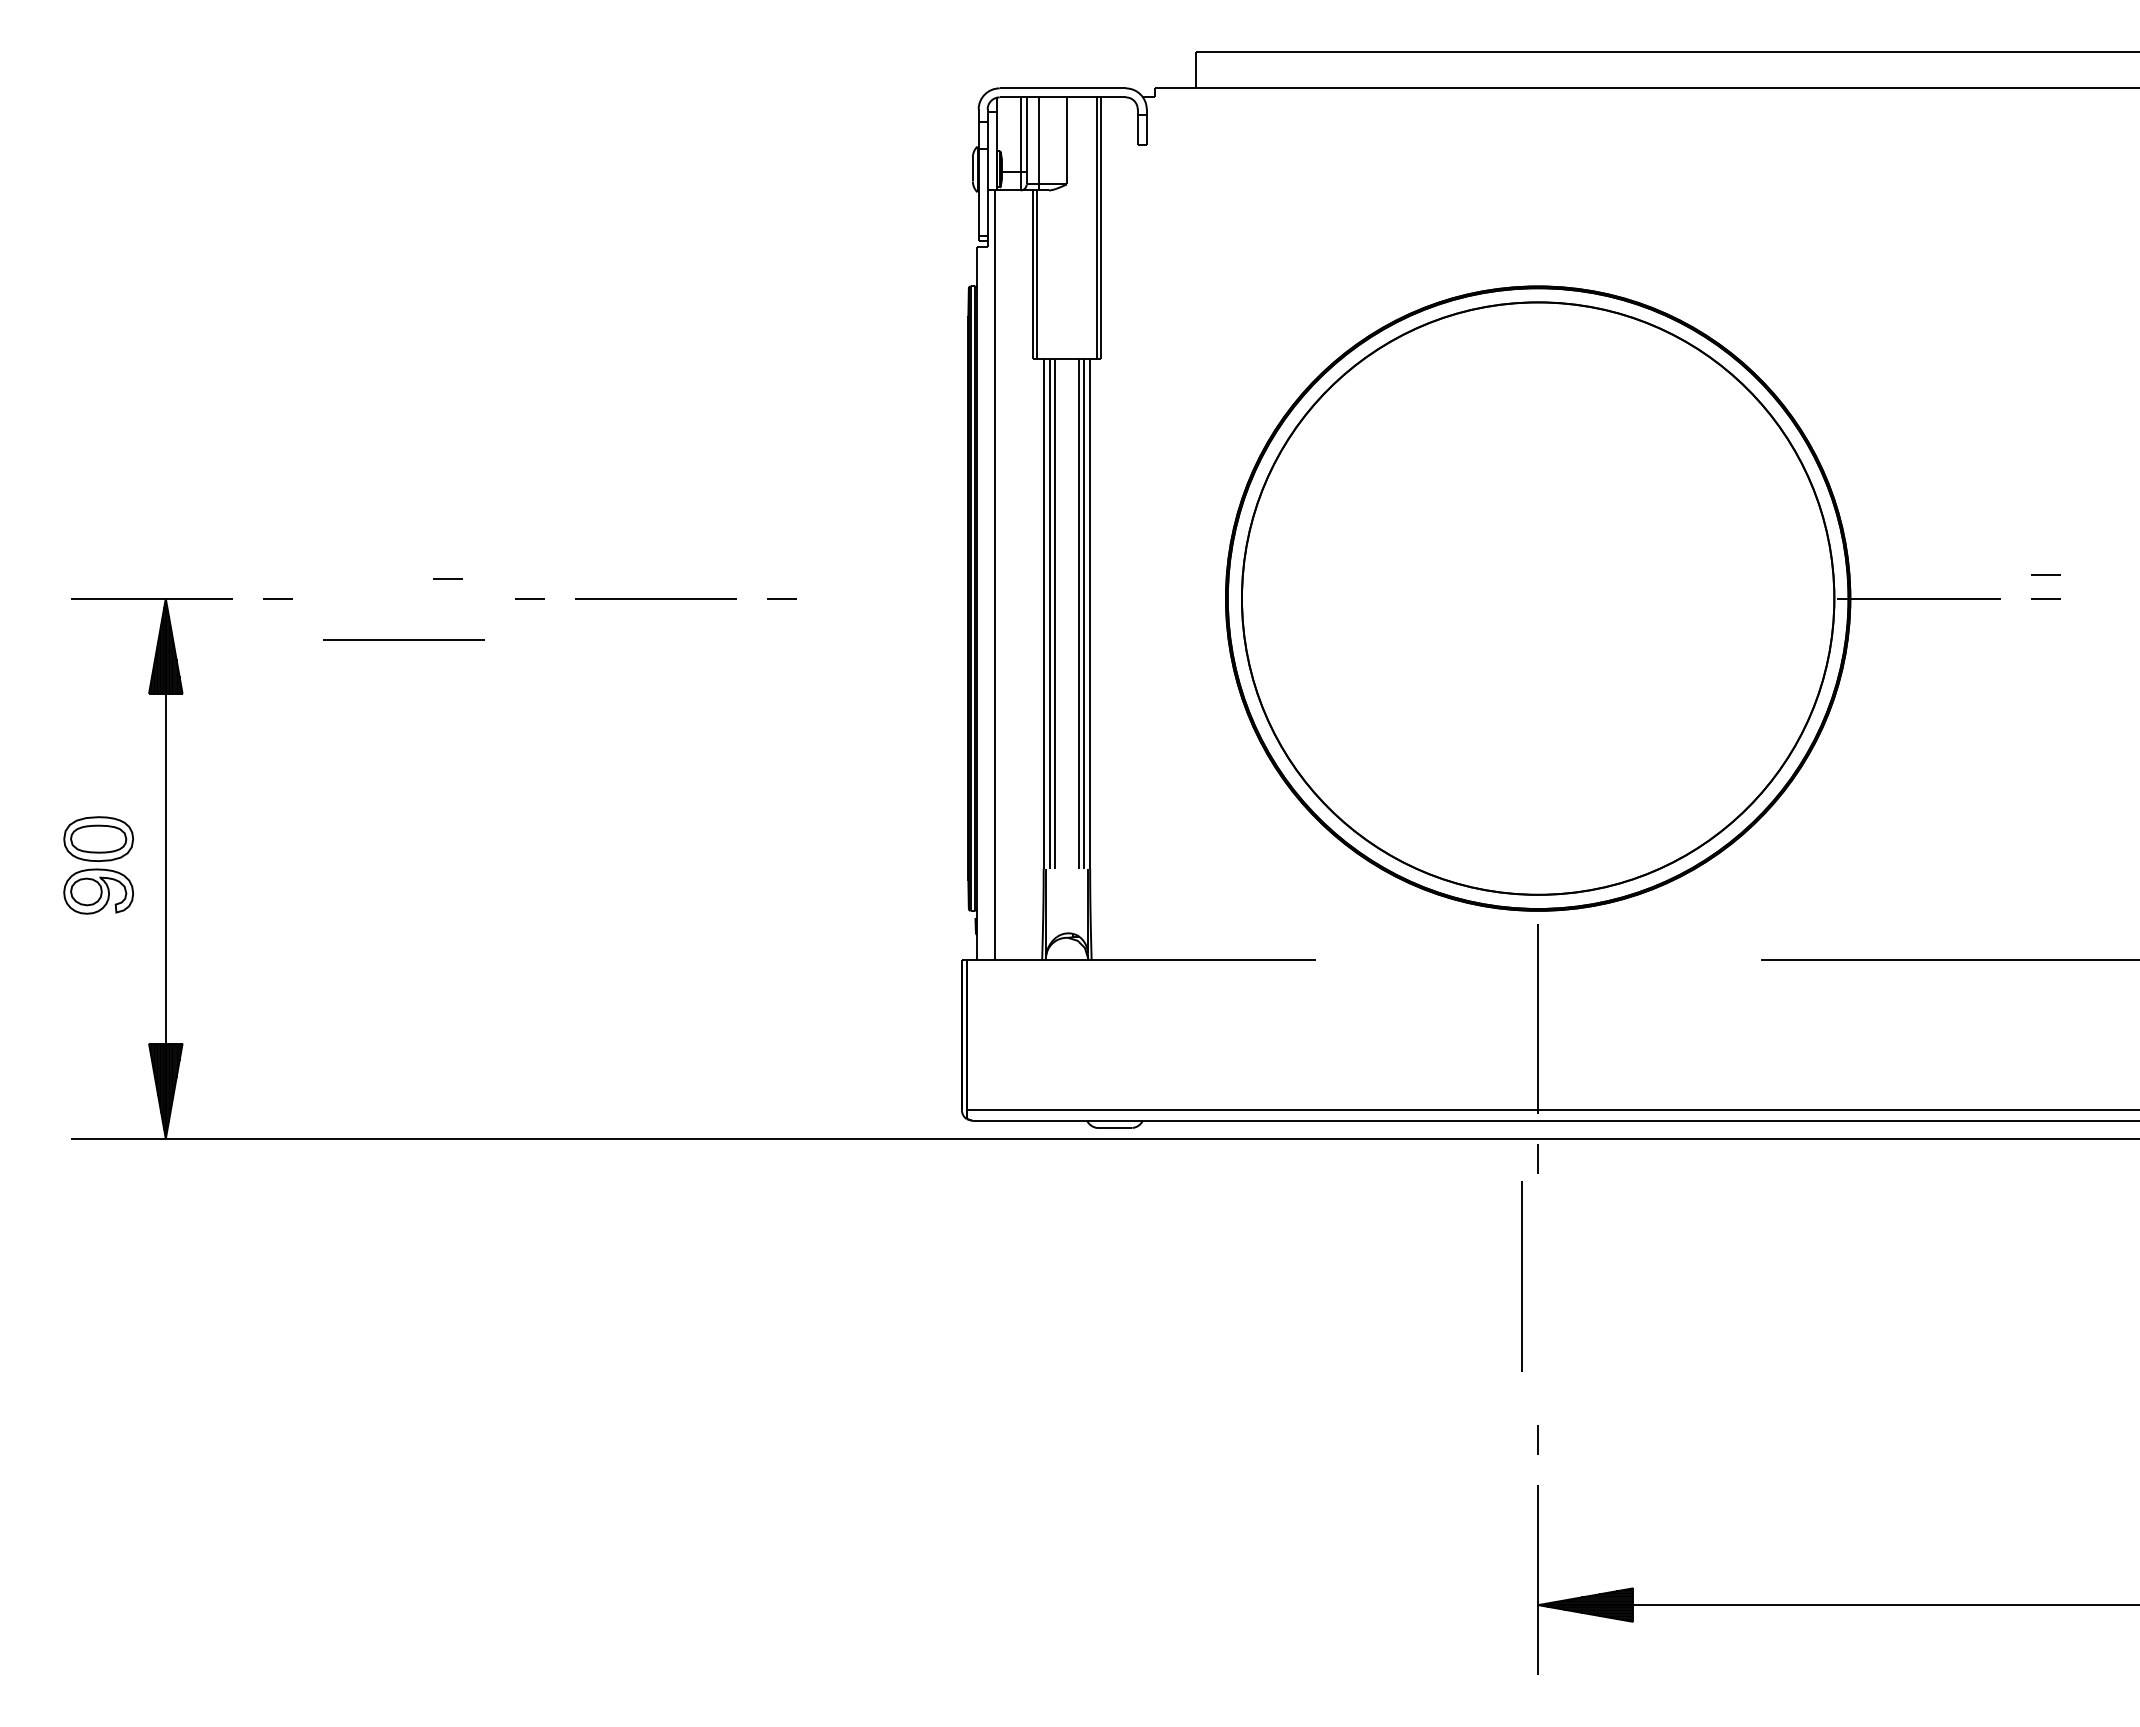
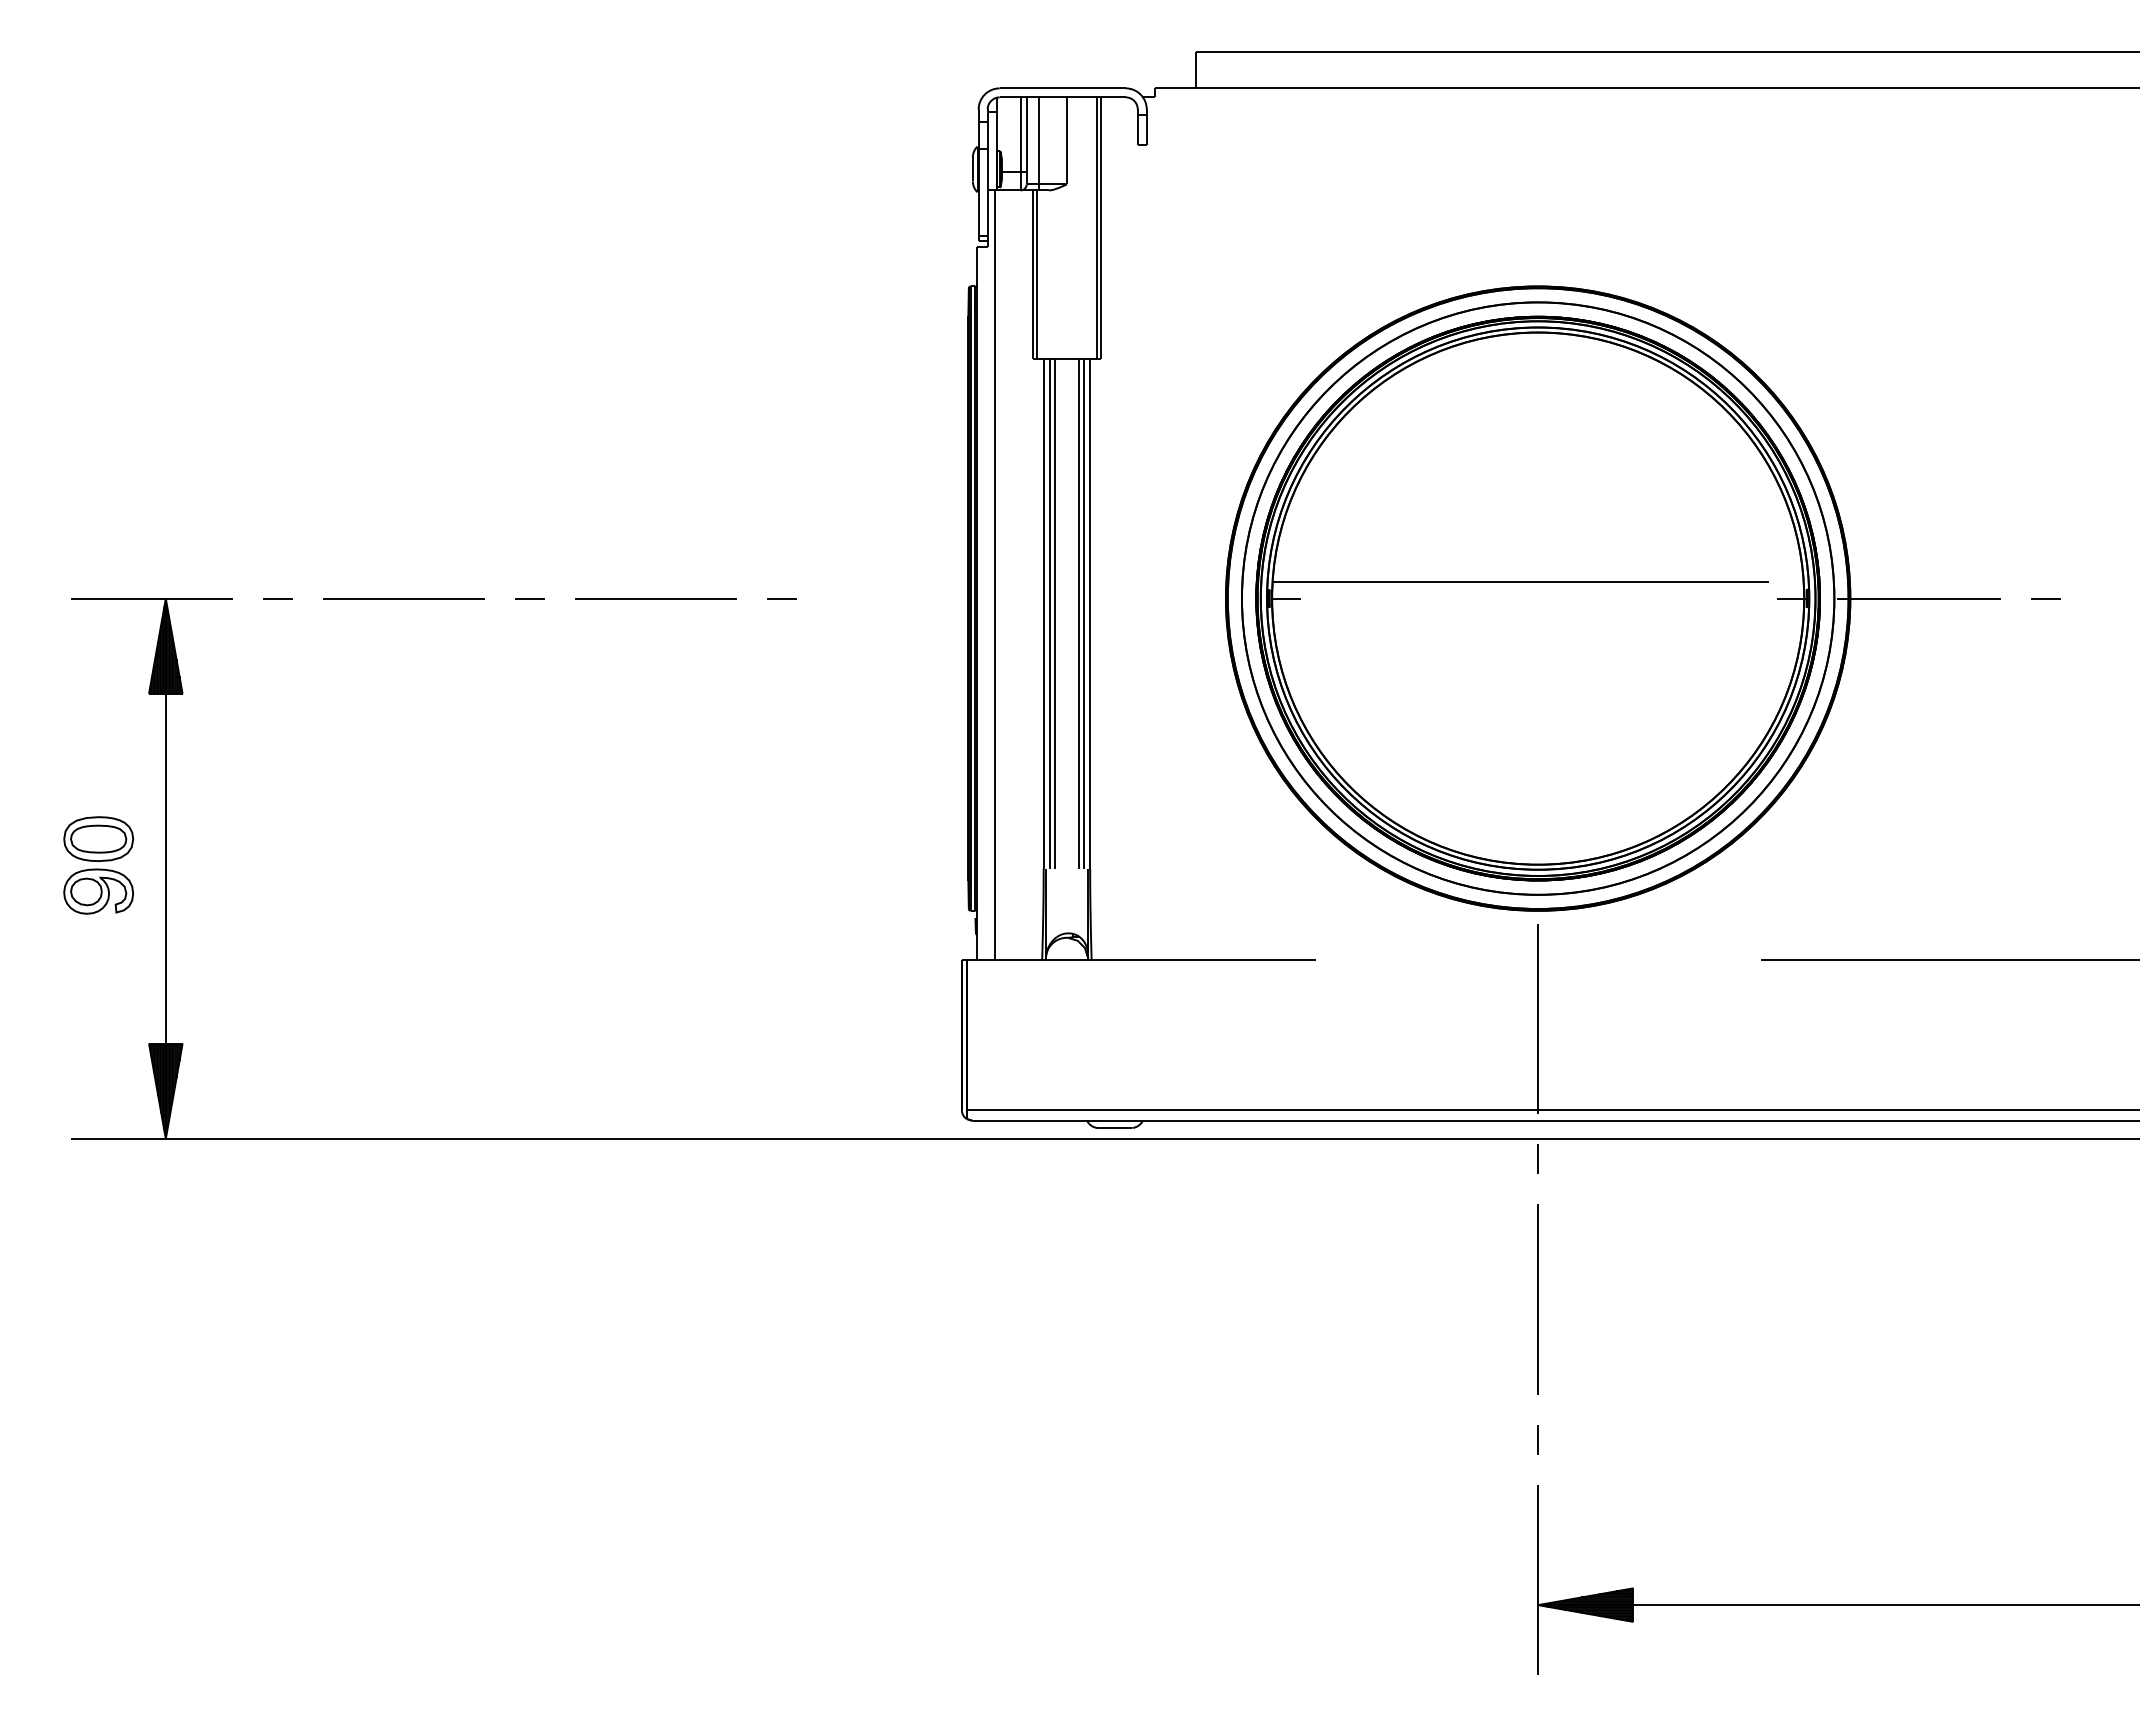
line at (2045, 574): present -> none
line at (447, 578): present -> none
part at (1537, 598): none -> present
line at (403, 639) position: (403, 639) -> (403, 598)
line at (1521, 1276) position: (1521, 1276) -> (1537, 1299)
